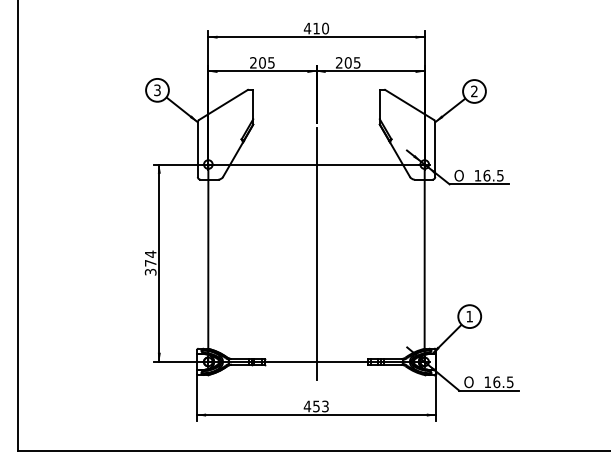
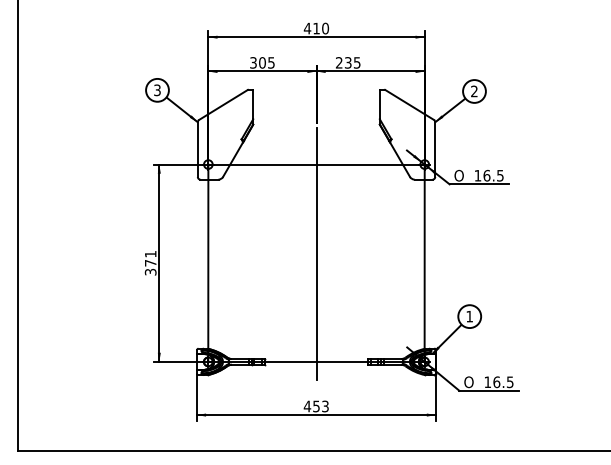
text at (253, 62): 205 -> 305
text at (347, 62): 205 -> 235
text at (150, 253): 374 -> 371
